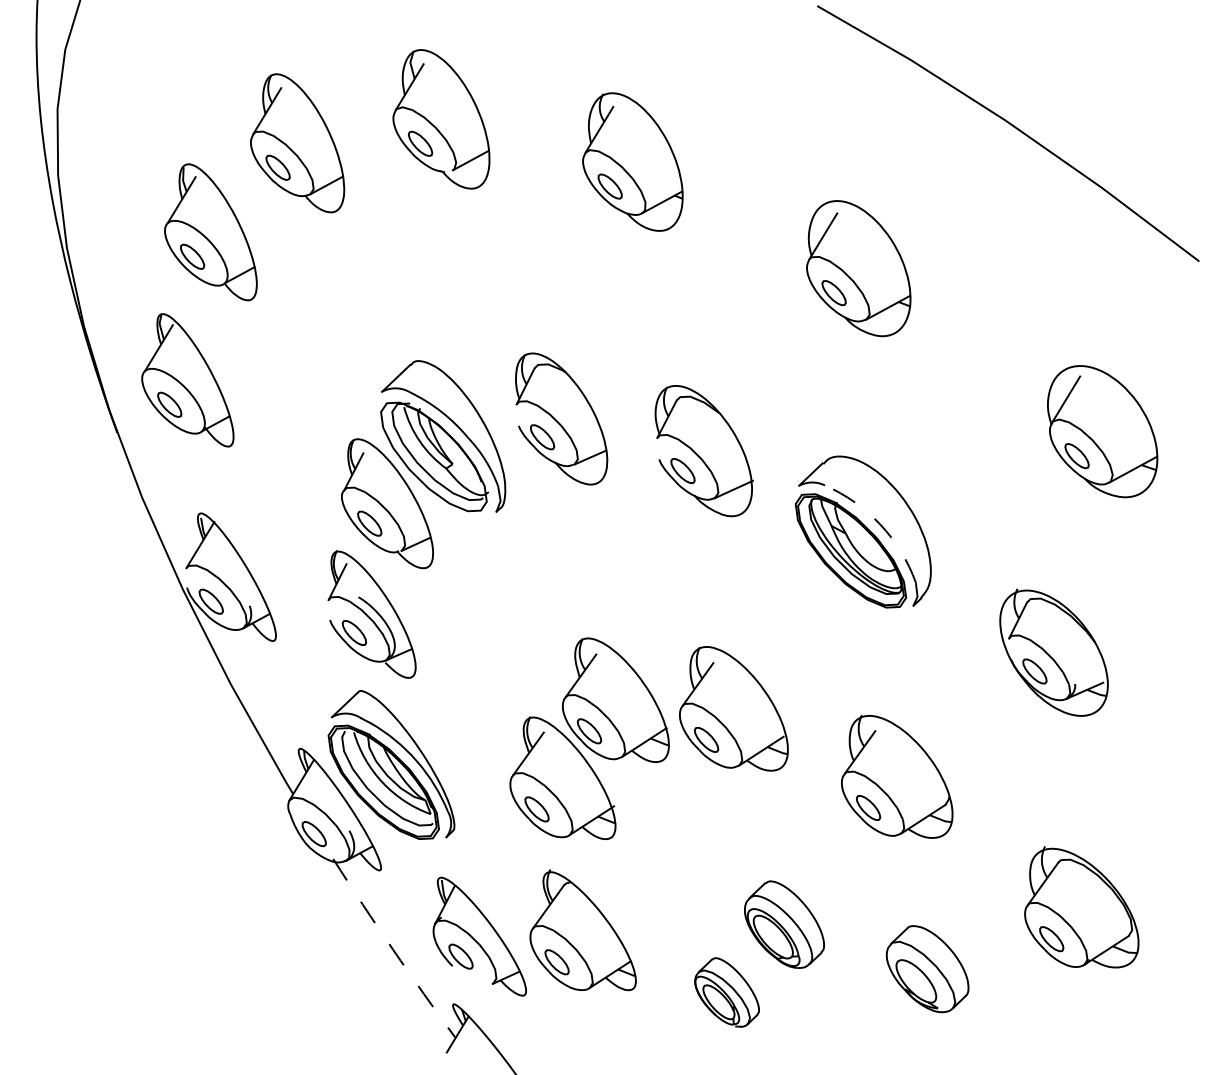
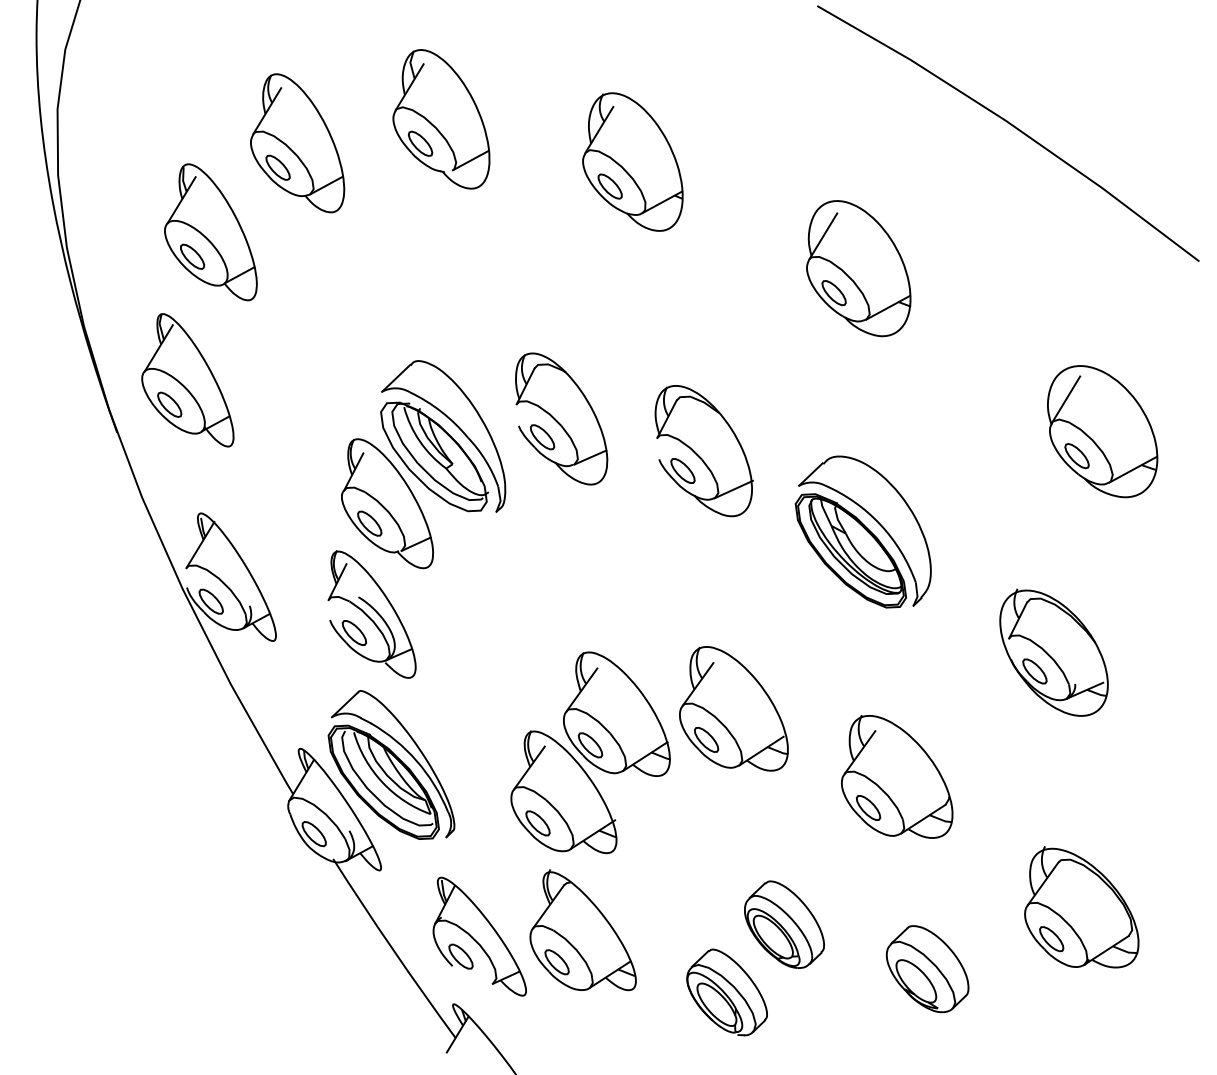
arc at (880, 524): dashed -> solid
part at (589, 738) position: (589, 738) -> (590, 752)
arc at (392, 949): dashed -> solid
part at (726, 992) size: 66x71 px -> 82x89 px
